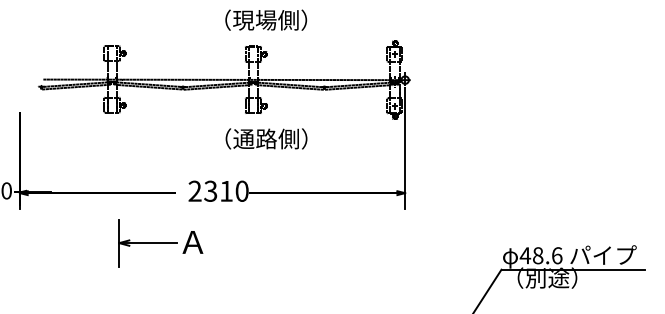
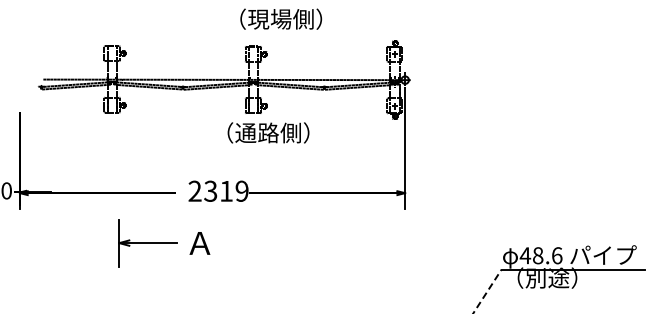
text at (266, 19) position: (266, 19) -> (281, 18)
text at (266, 138) position: (266, 138) -> (268, 132)
text at (241, 190): 2310 -> 2319
text at (192, 242) position: (192, 242) -> (199, 243)
line at (487, 291): solid -> dashed
